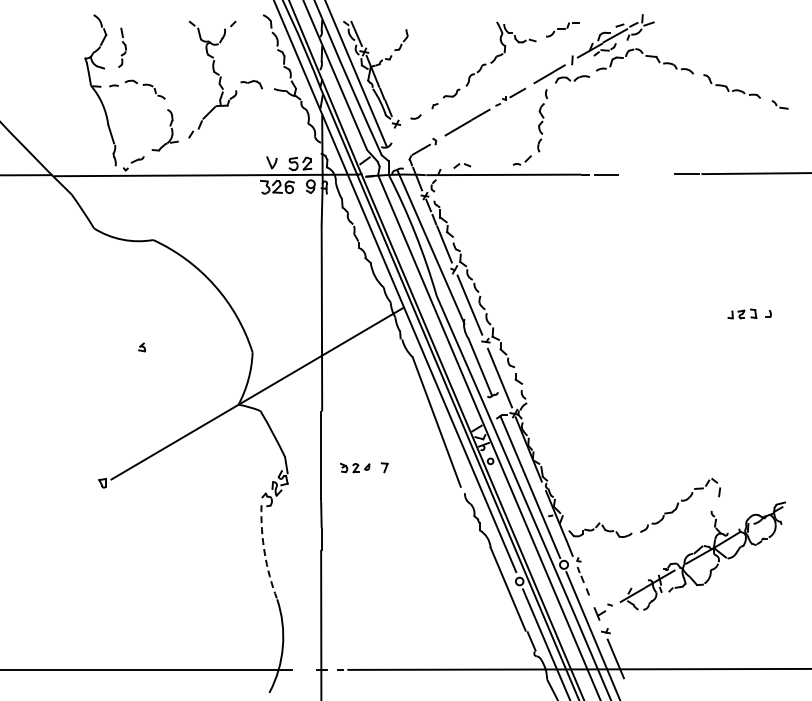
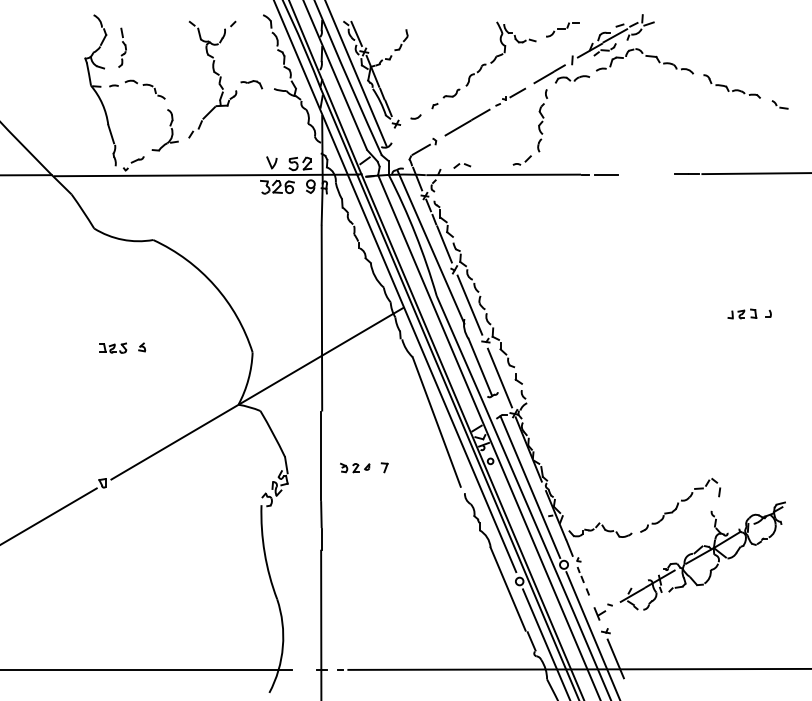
part at (113, 347): none -> present
line at (49, 515): none -> present
arc at (264, 553): dashed -> solid
